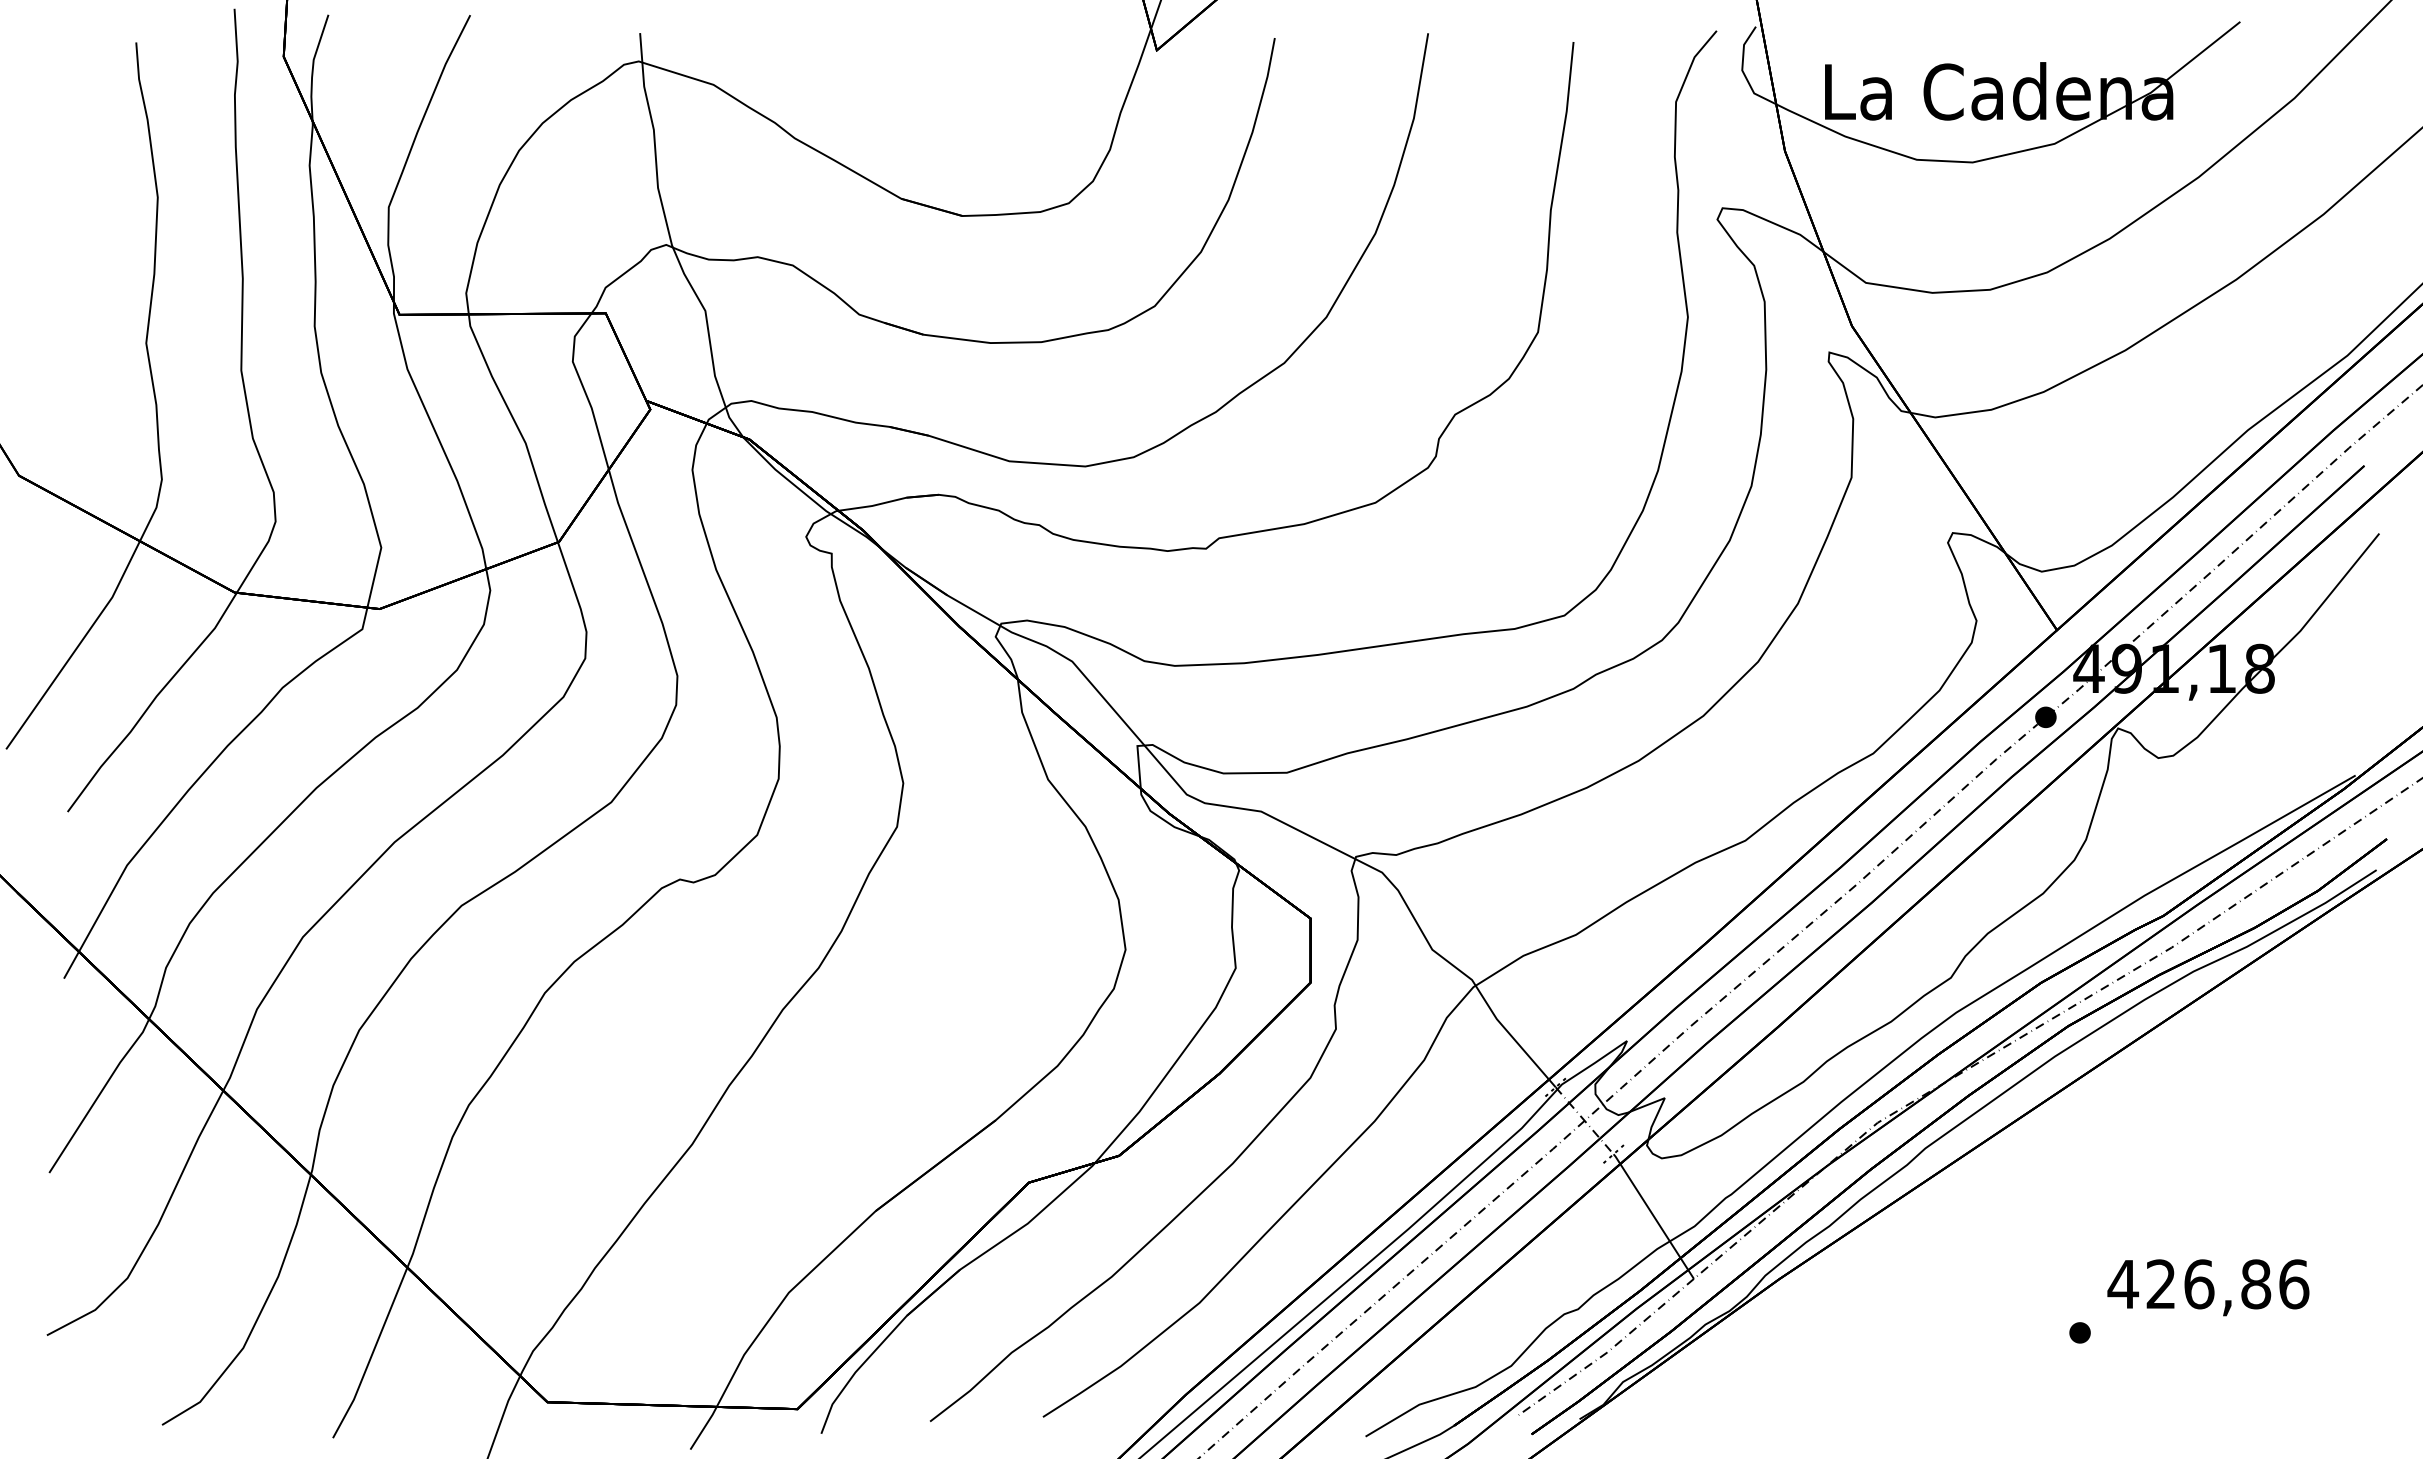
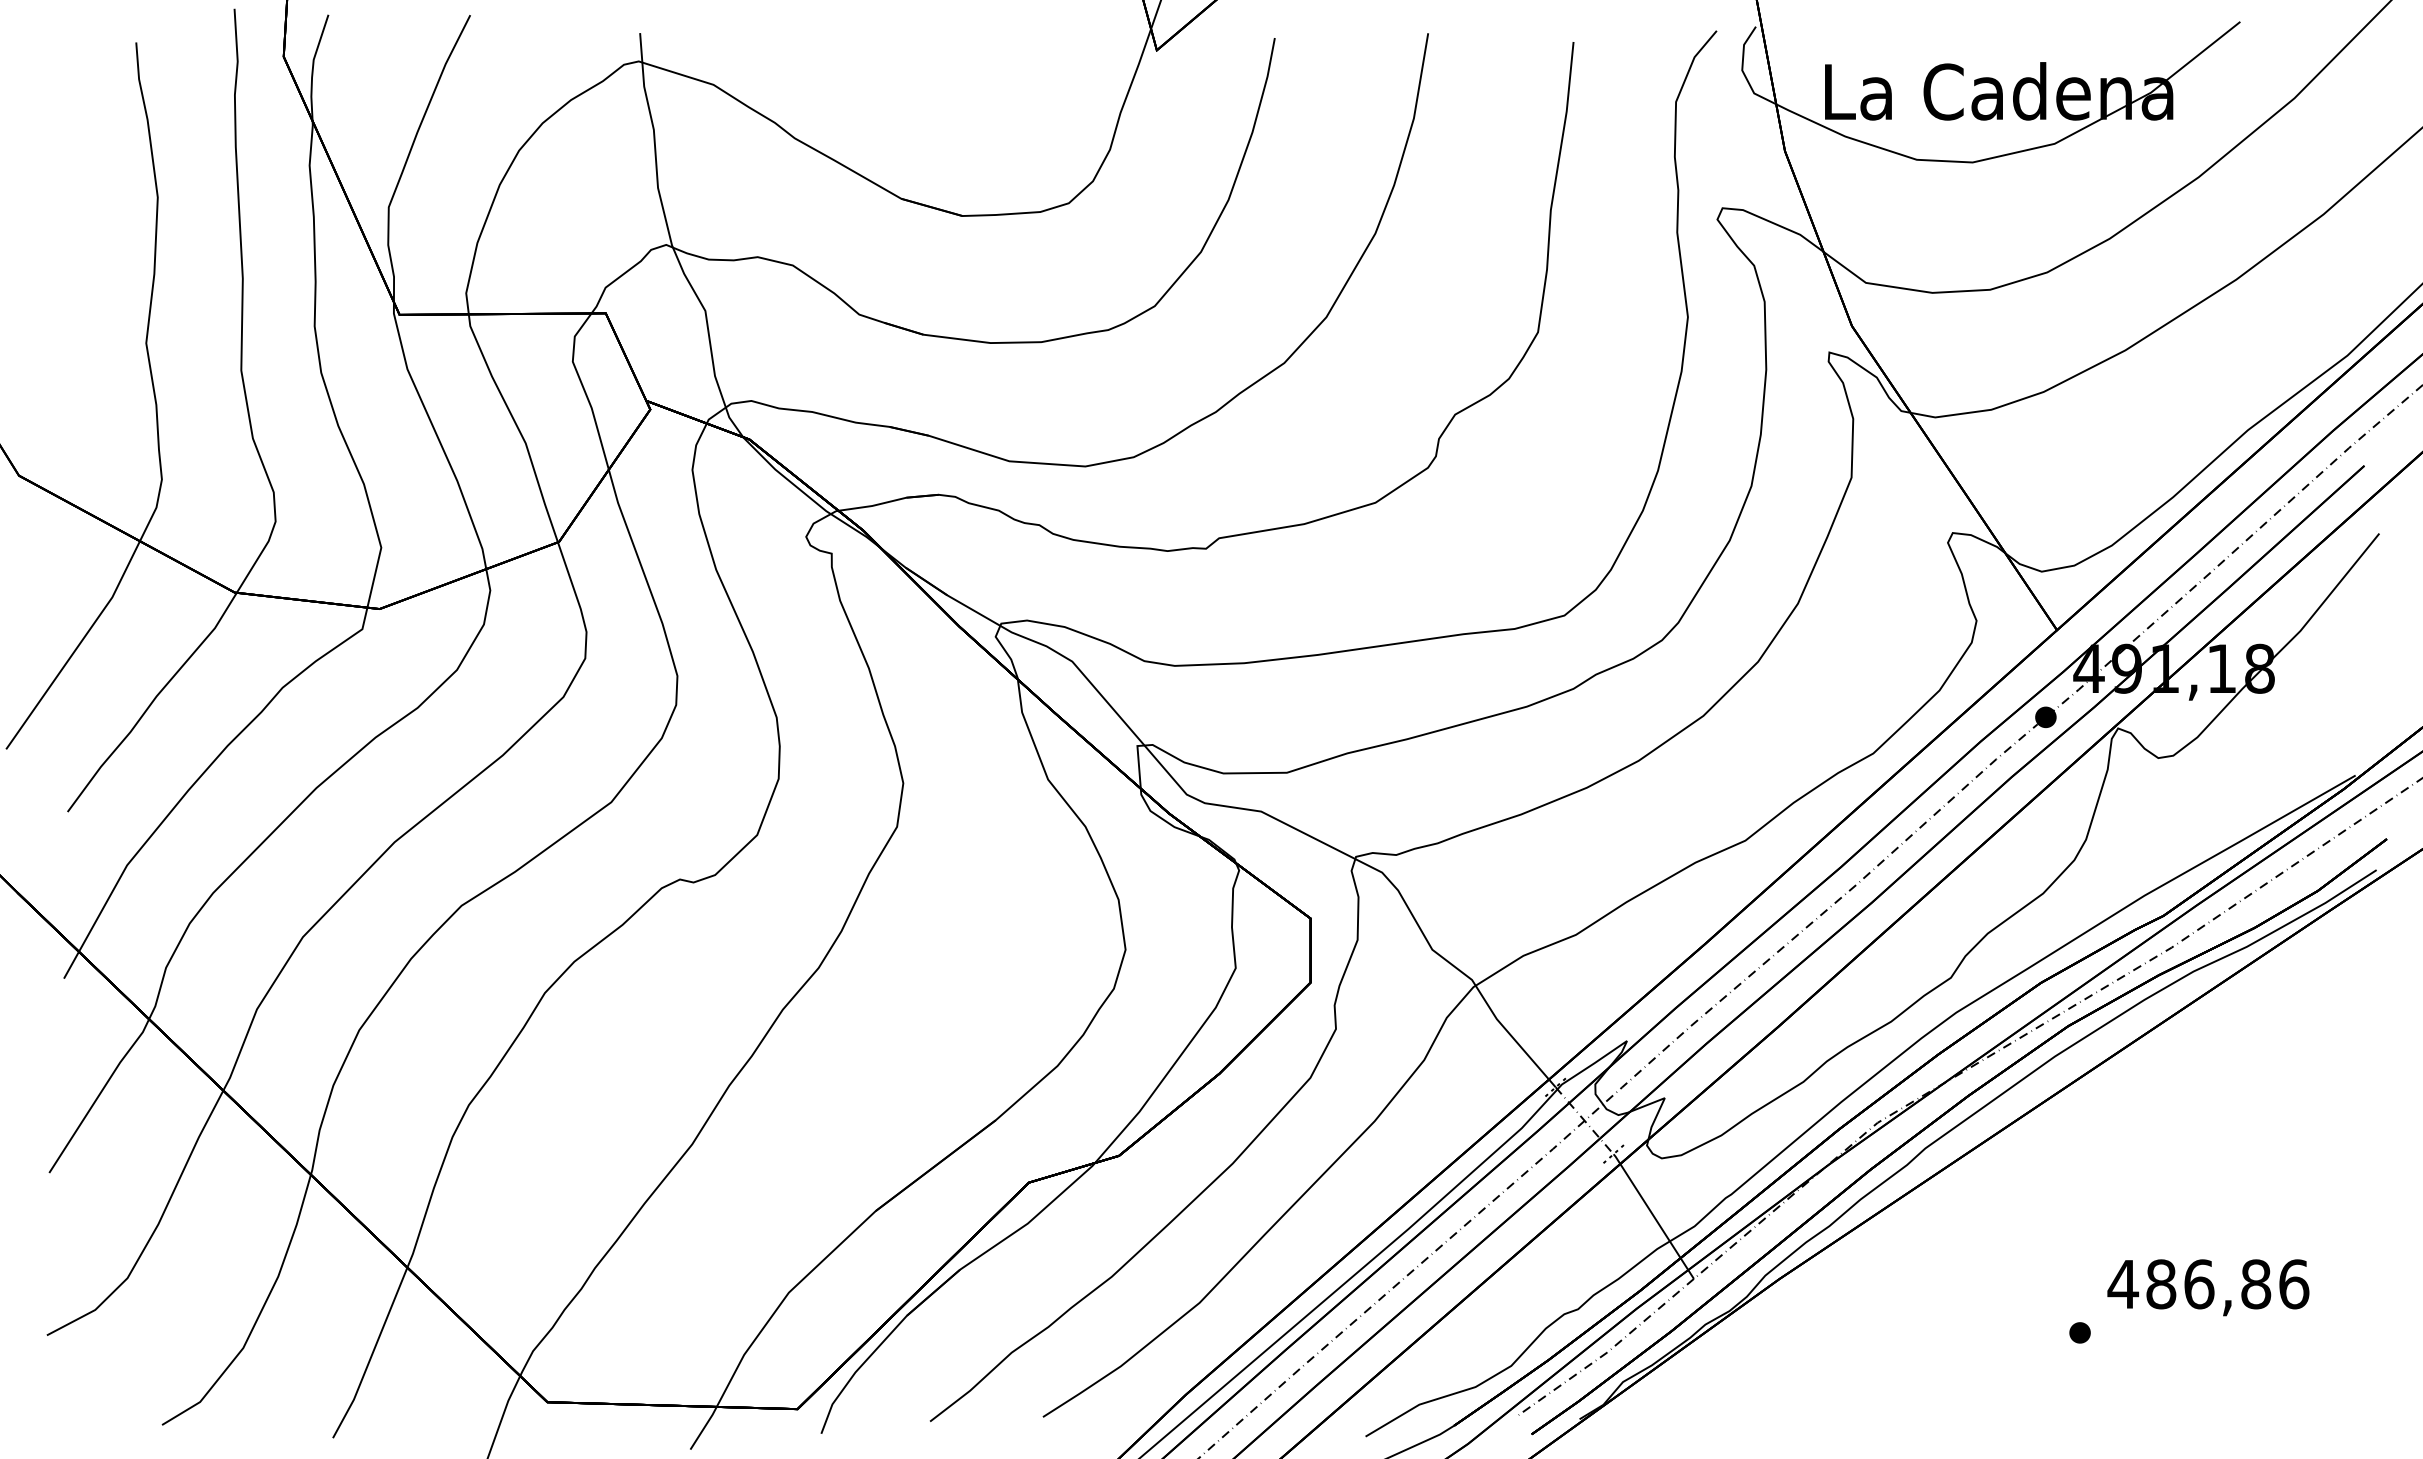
text at (2161, 1284): 426,86 -> 486,86
